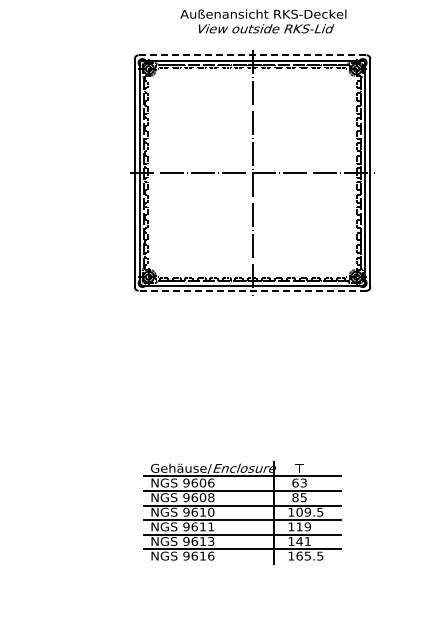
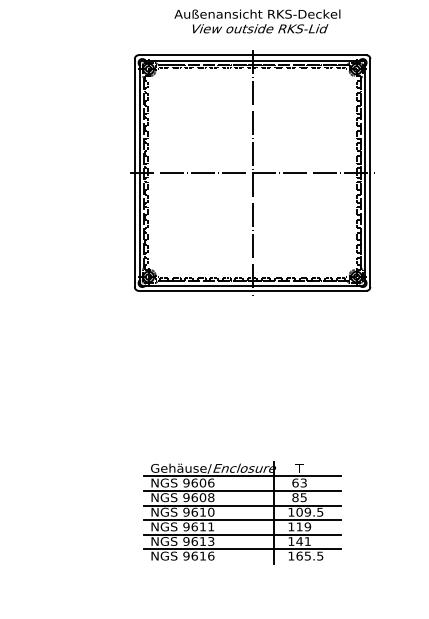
text at (263, 21) position: (263, 21) -> (257, 21)
line at (253, 55): dashed -> solid
line at (252, 290): dashed -> solid
